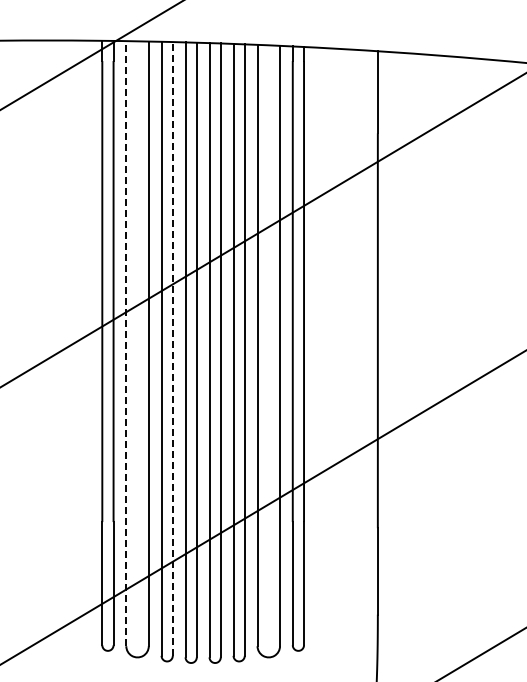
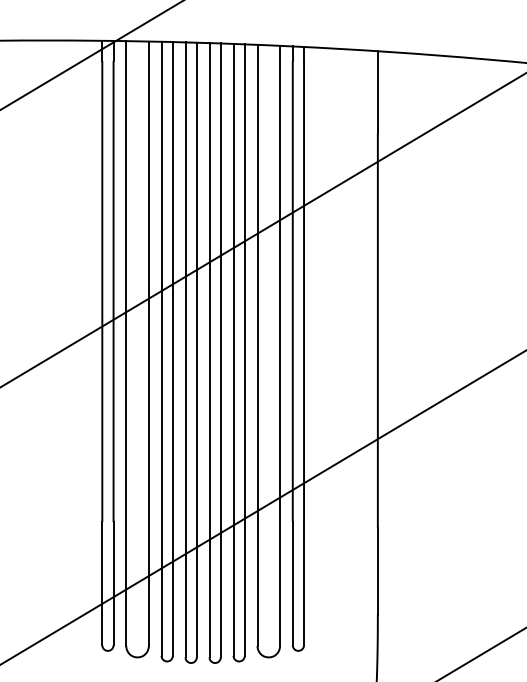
line at (126, 343): dashed -> solid
line at (172, 348): dashed -> solid
